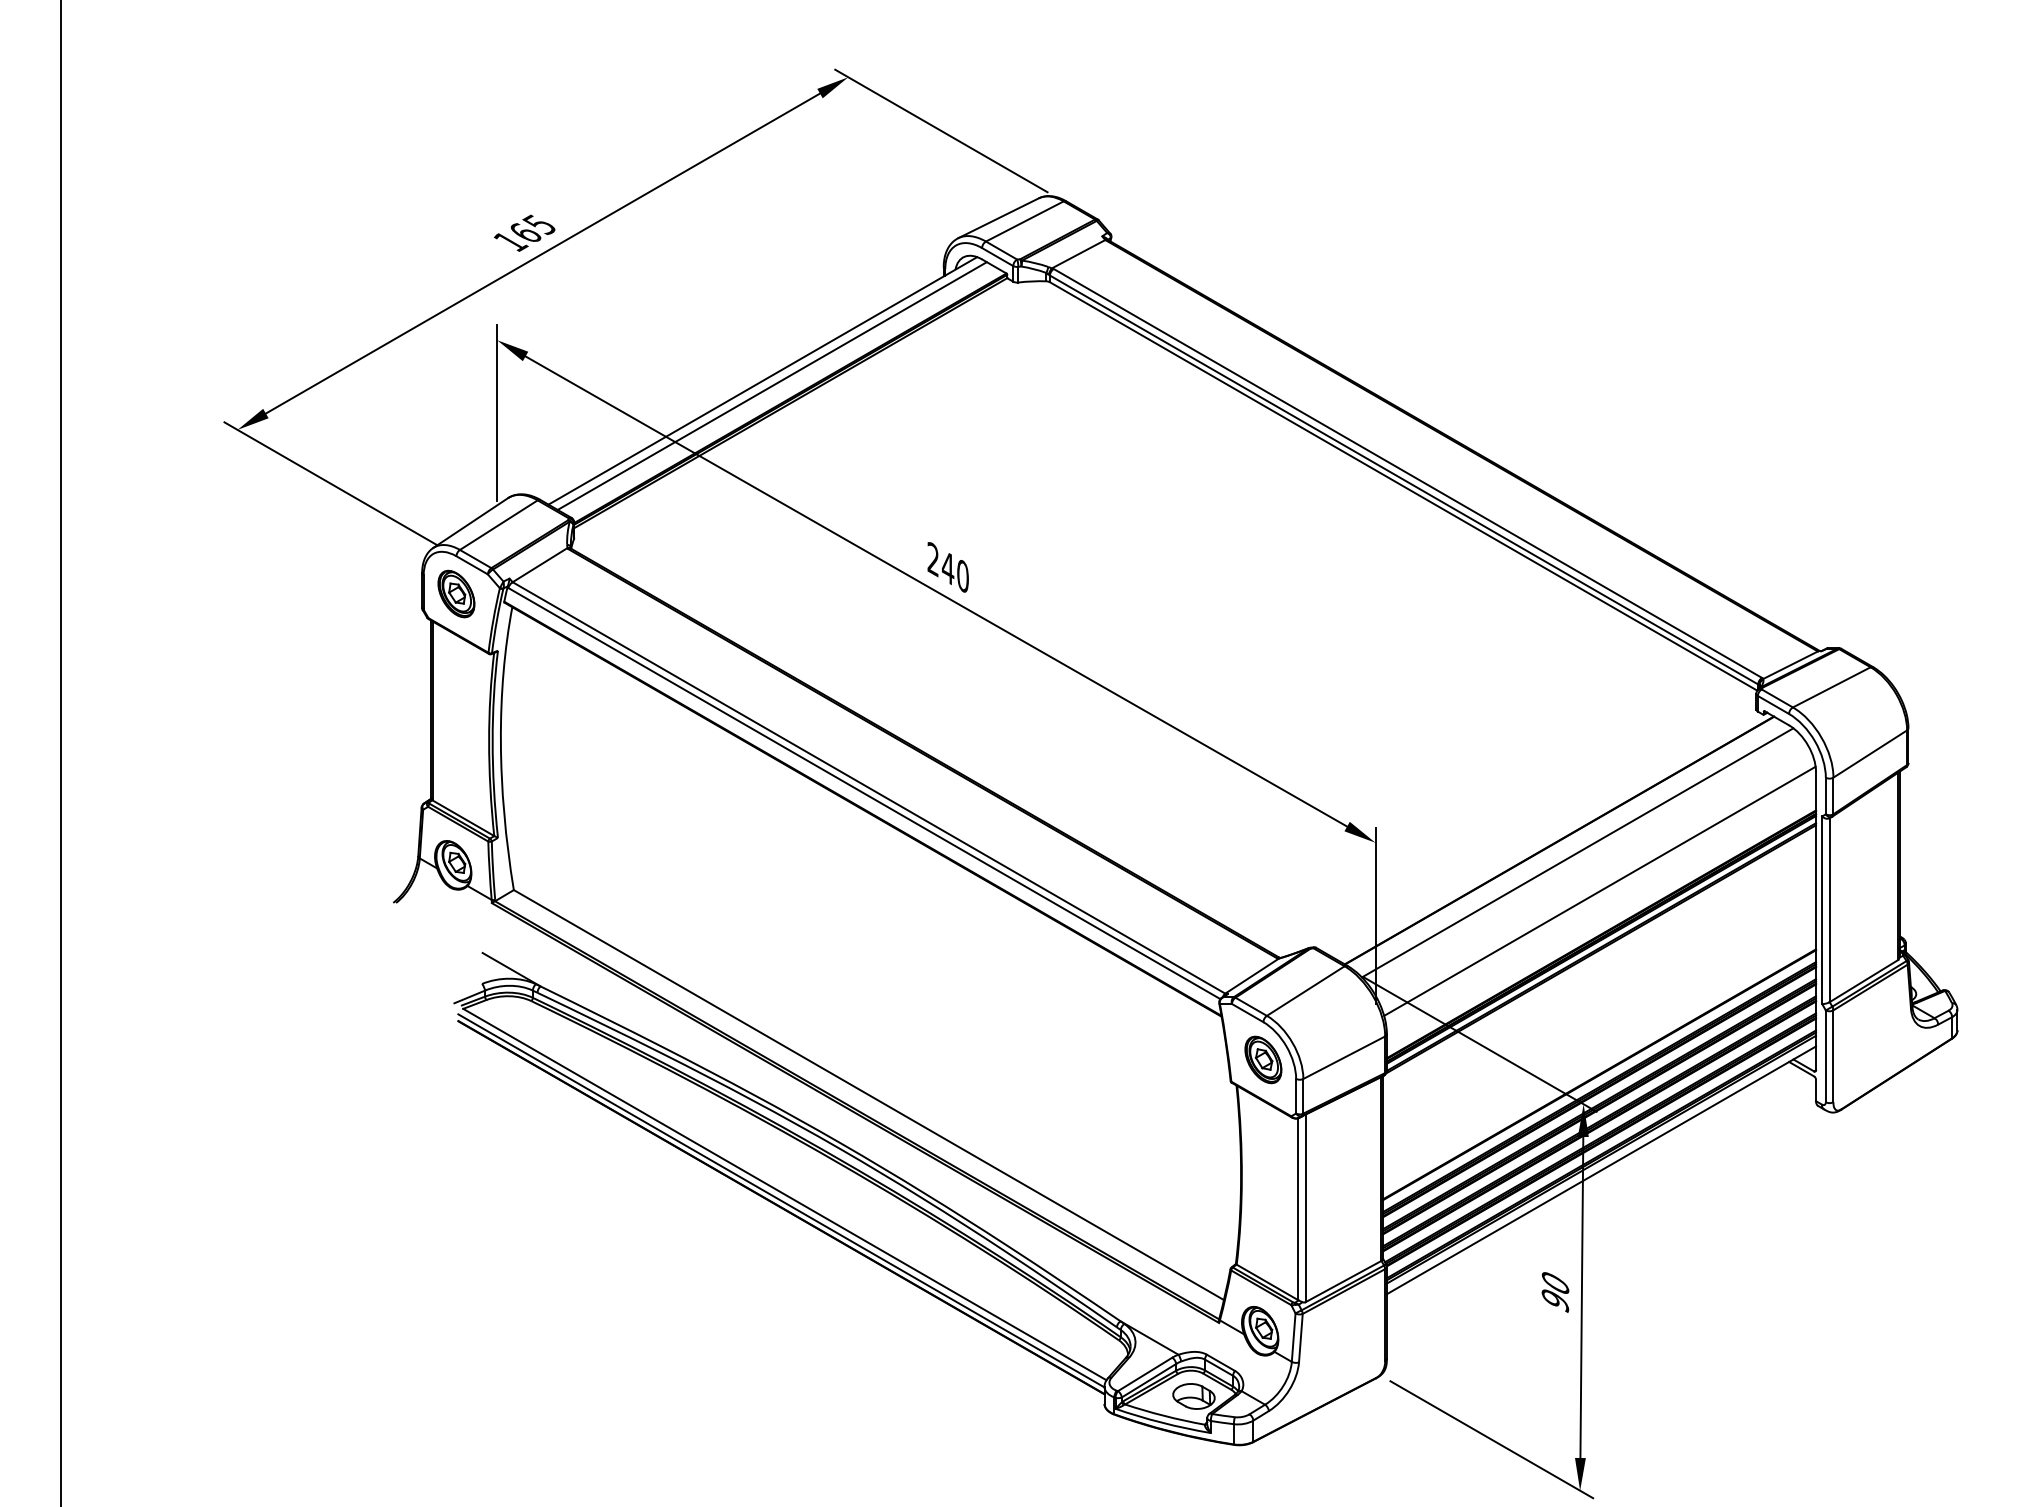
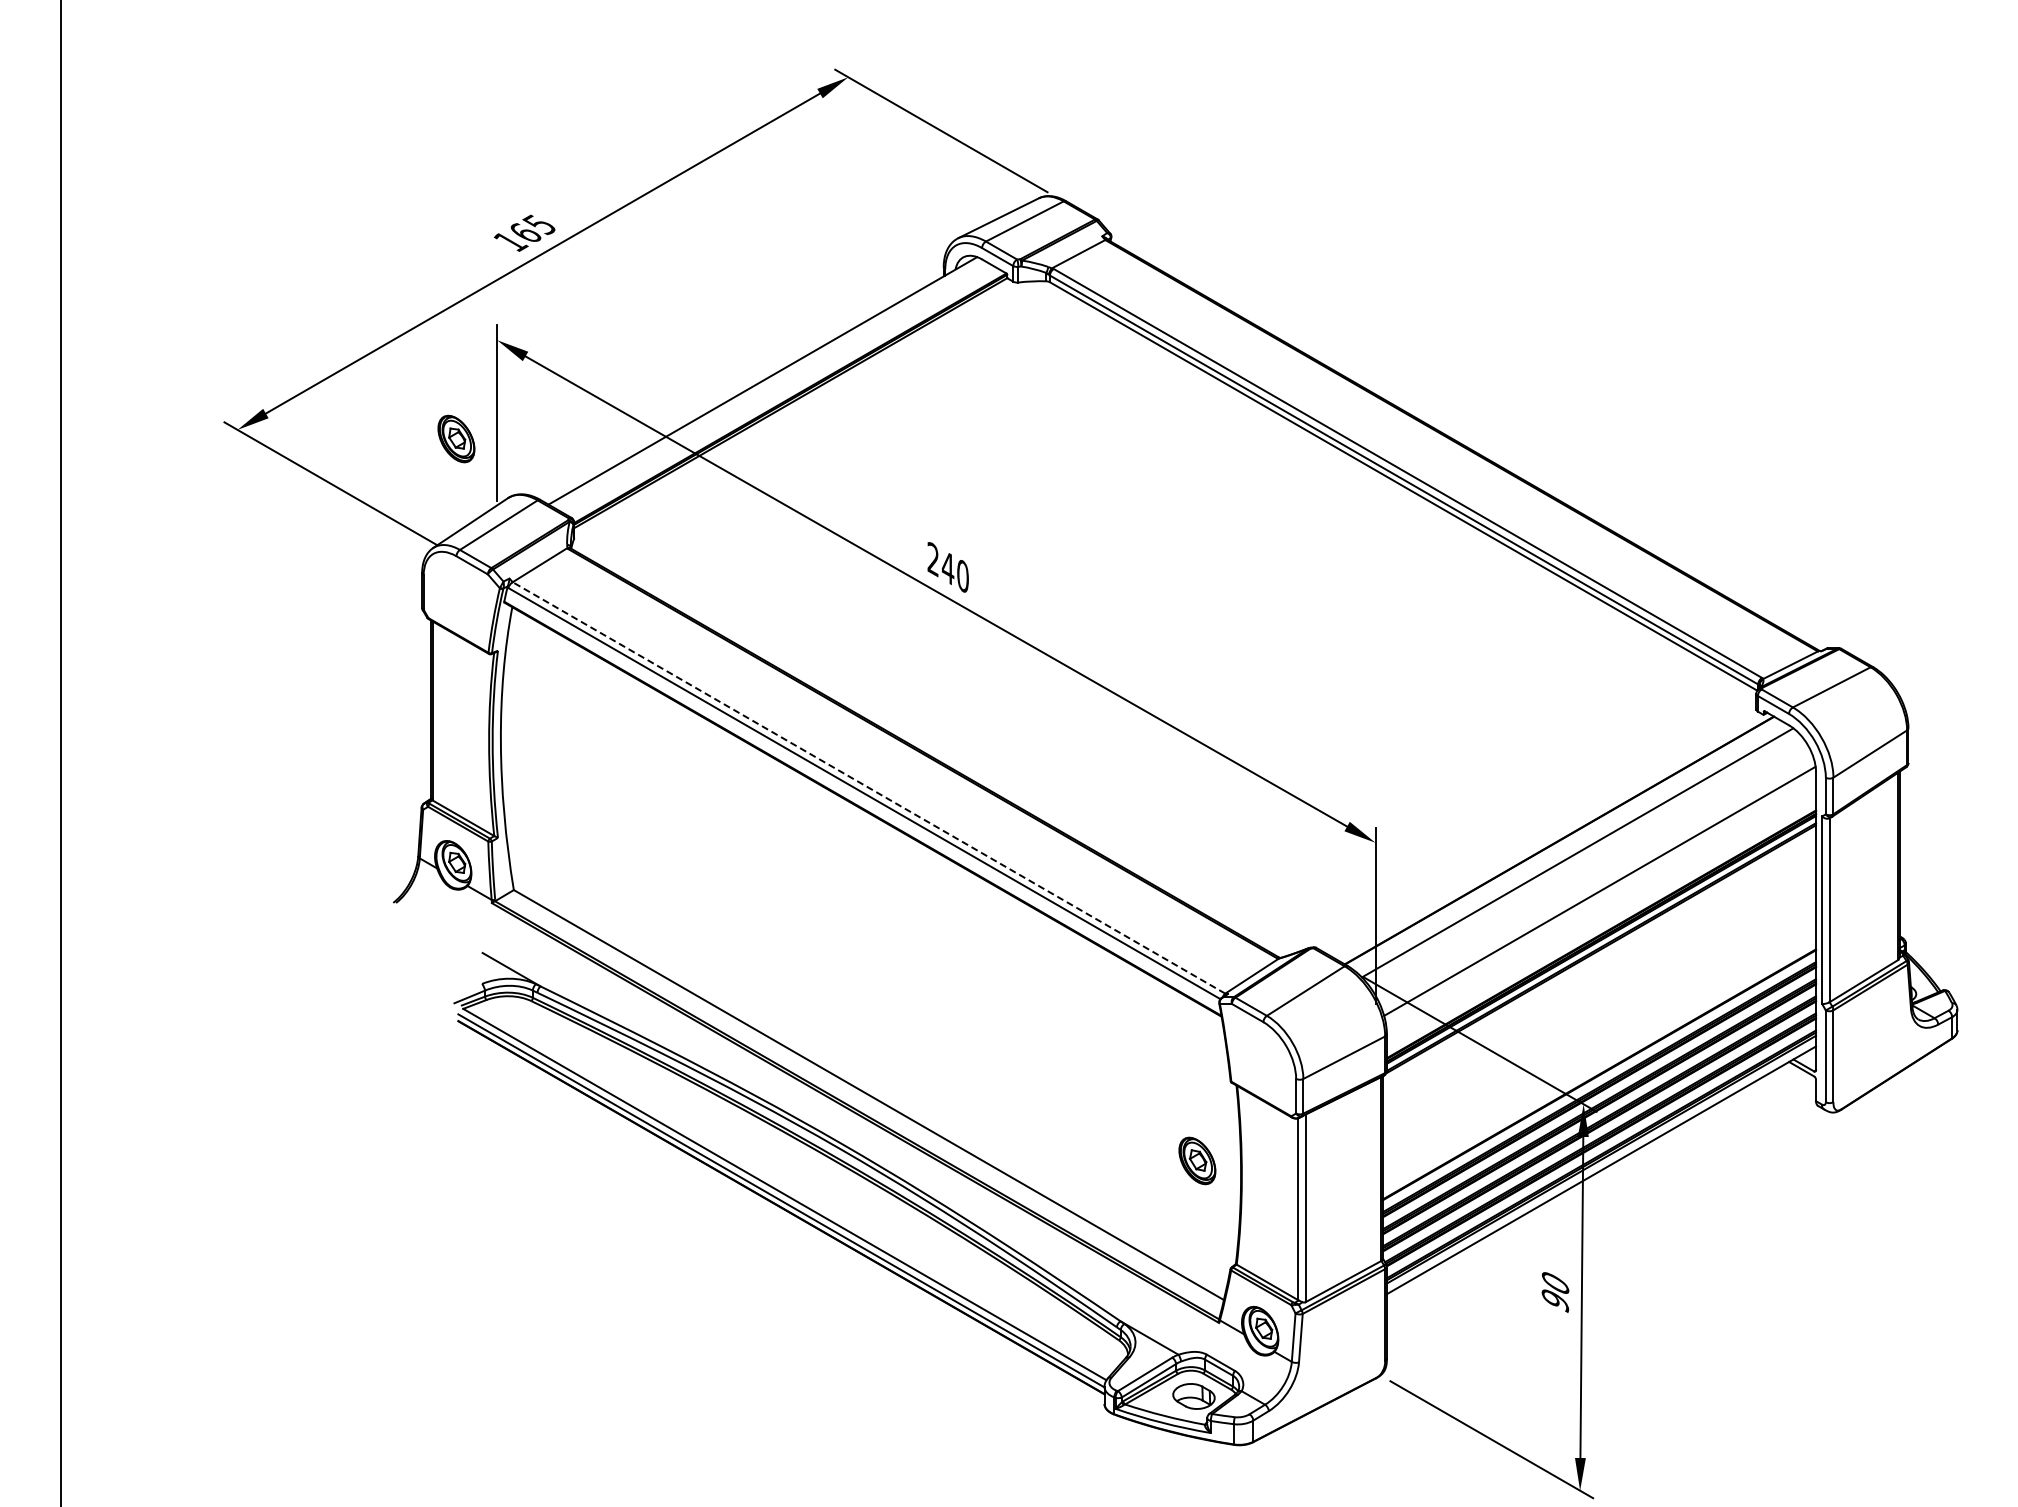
line at (771, 385): present -> none
part at (456, 593) position: (456, 593) -> (456, 438)
line at (868, 787): solid -> dashed
part at (1263, 1059) position: (1263, 1059) -> (1197, 1160)
